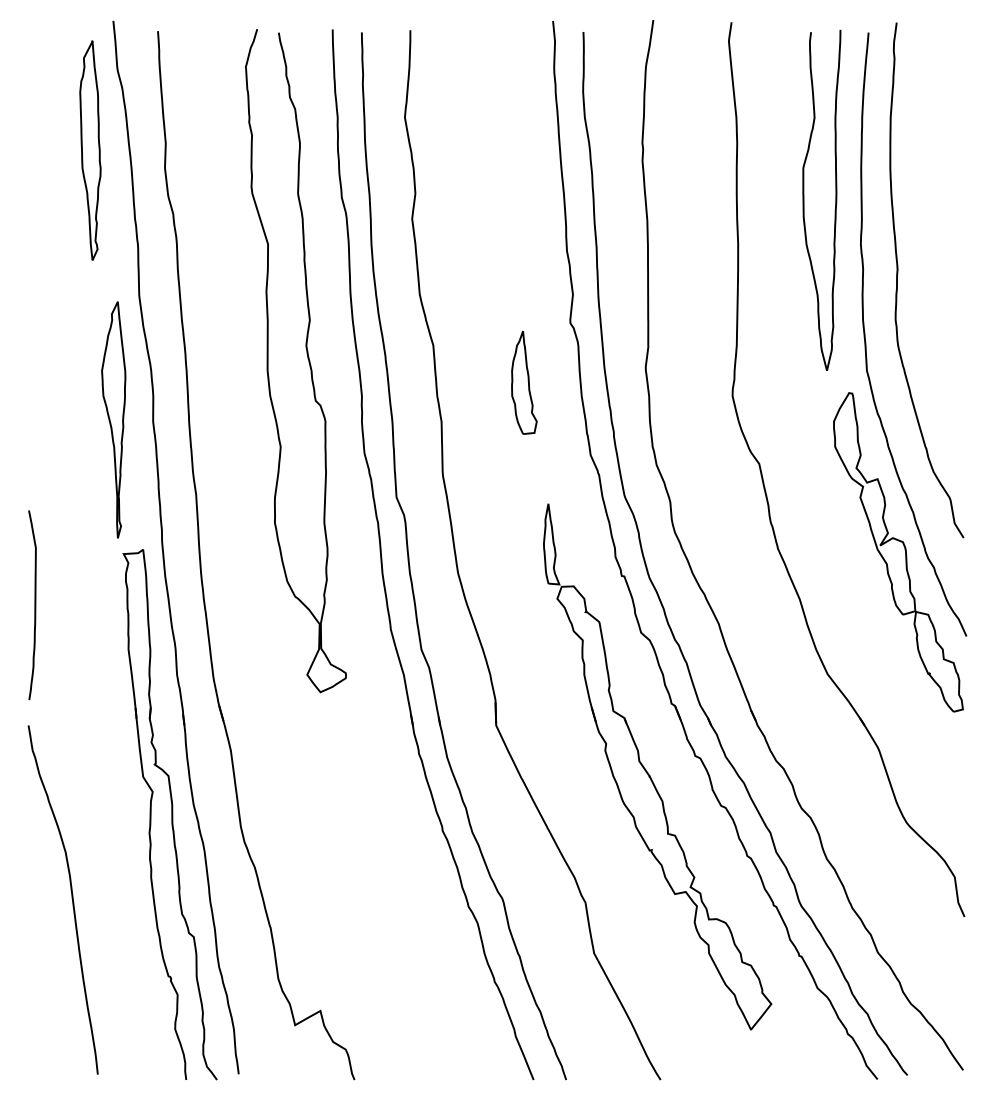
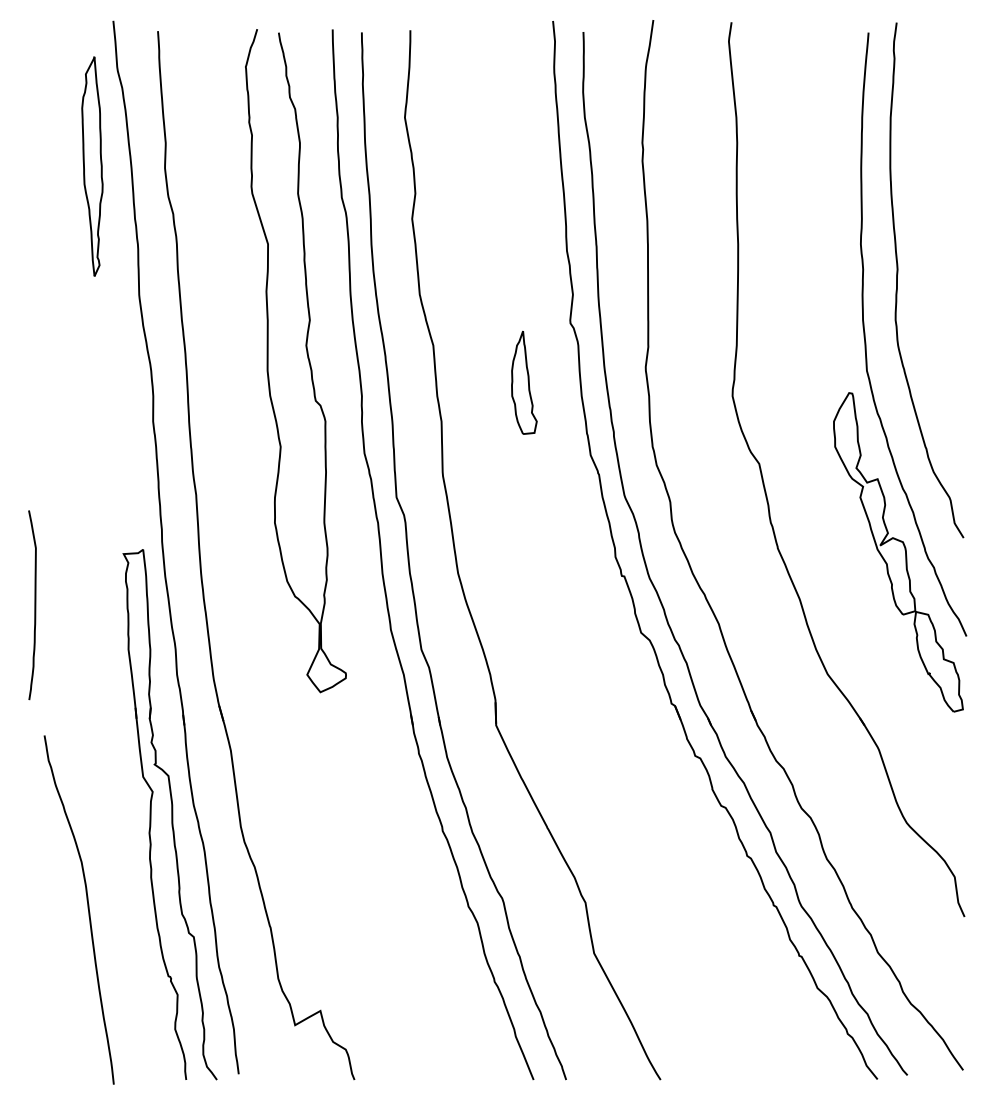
part at (90, 150) position: (90, 150) -> (92, 166)
curve at (835, 199): present -> none
part at (113, 419): present -> none
part at (648, 772): present -> none
curve at (71, 898) position: (71, 898) -> (87, 908)
